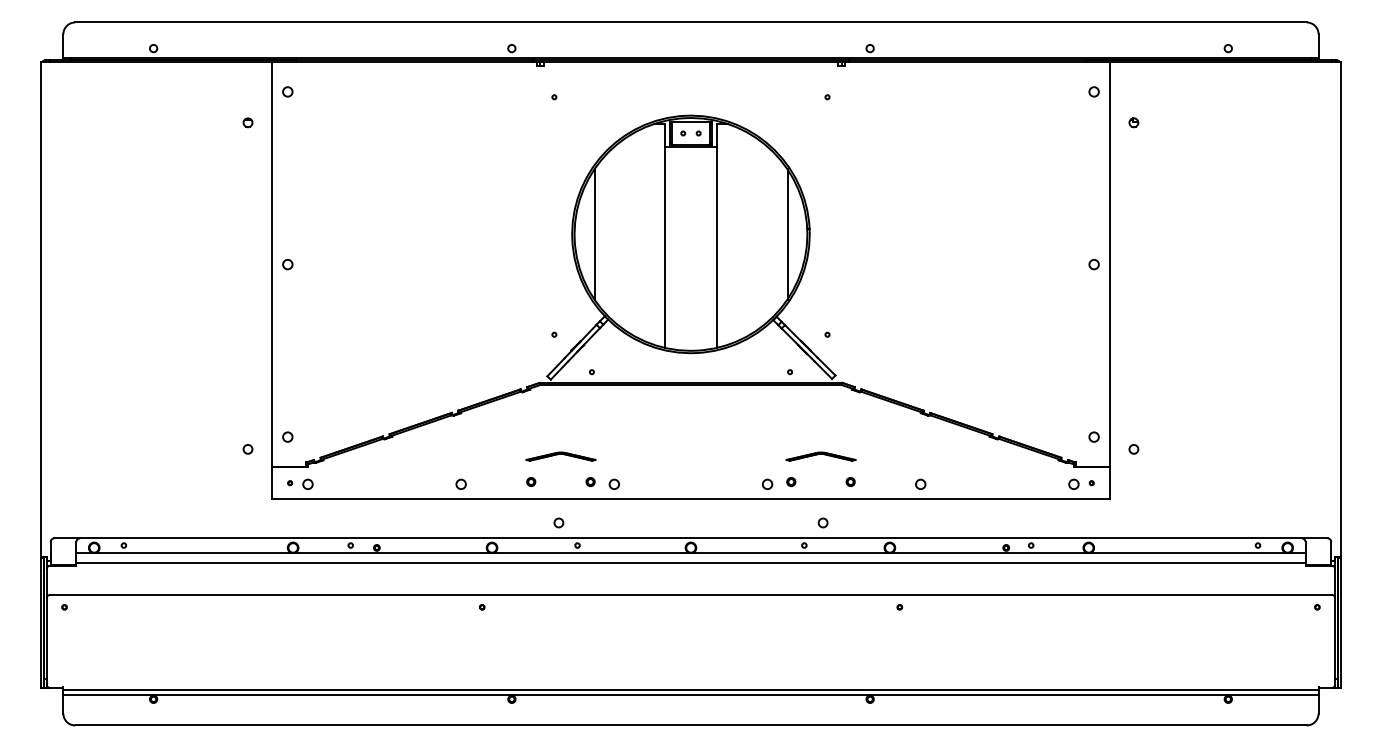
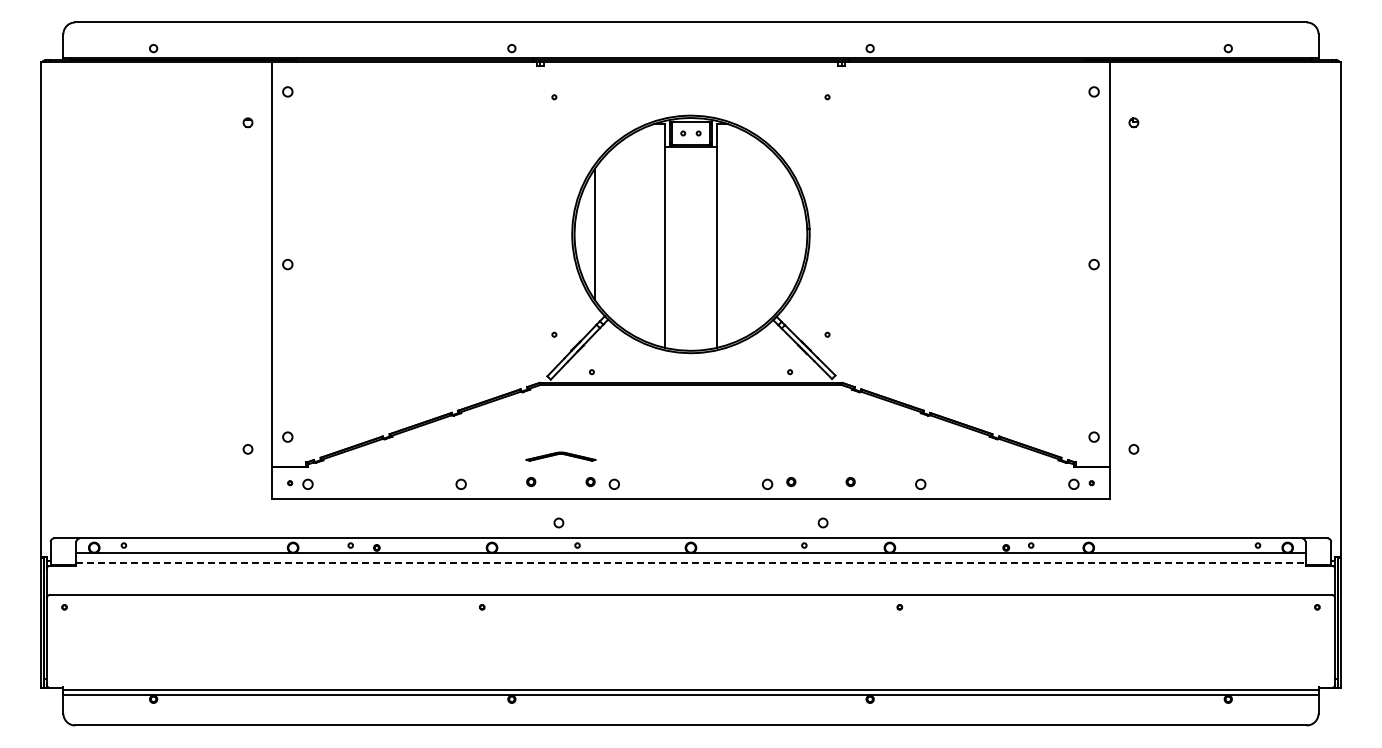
line at (787, 234): present -> none
part at (820, 456): present -> none
line at (690, 562): solid -> dashed
